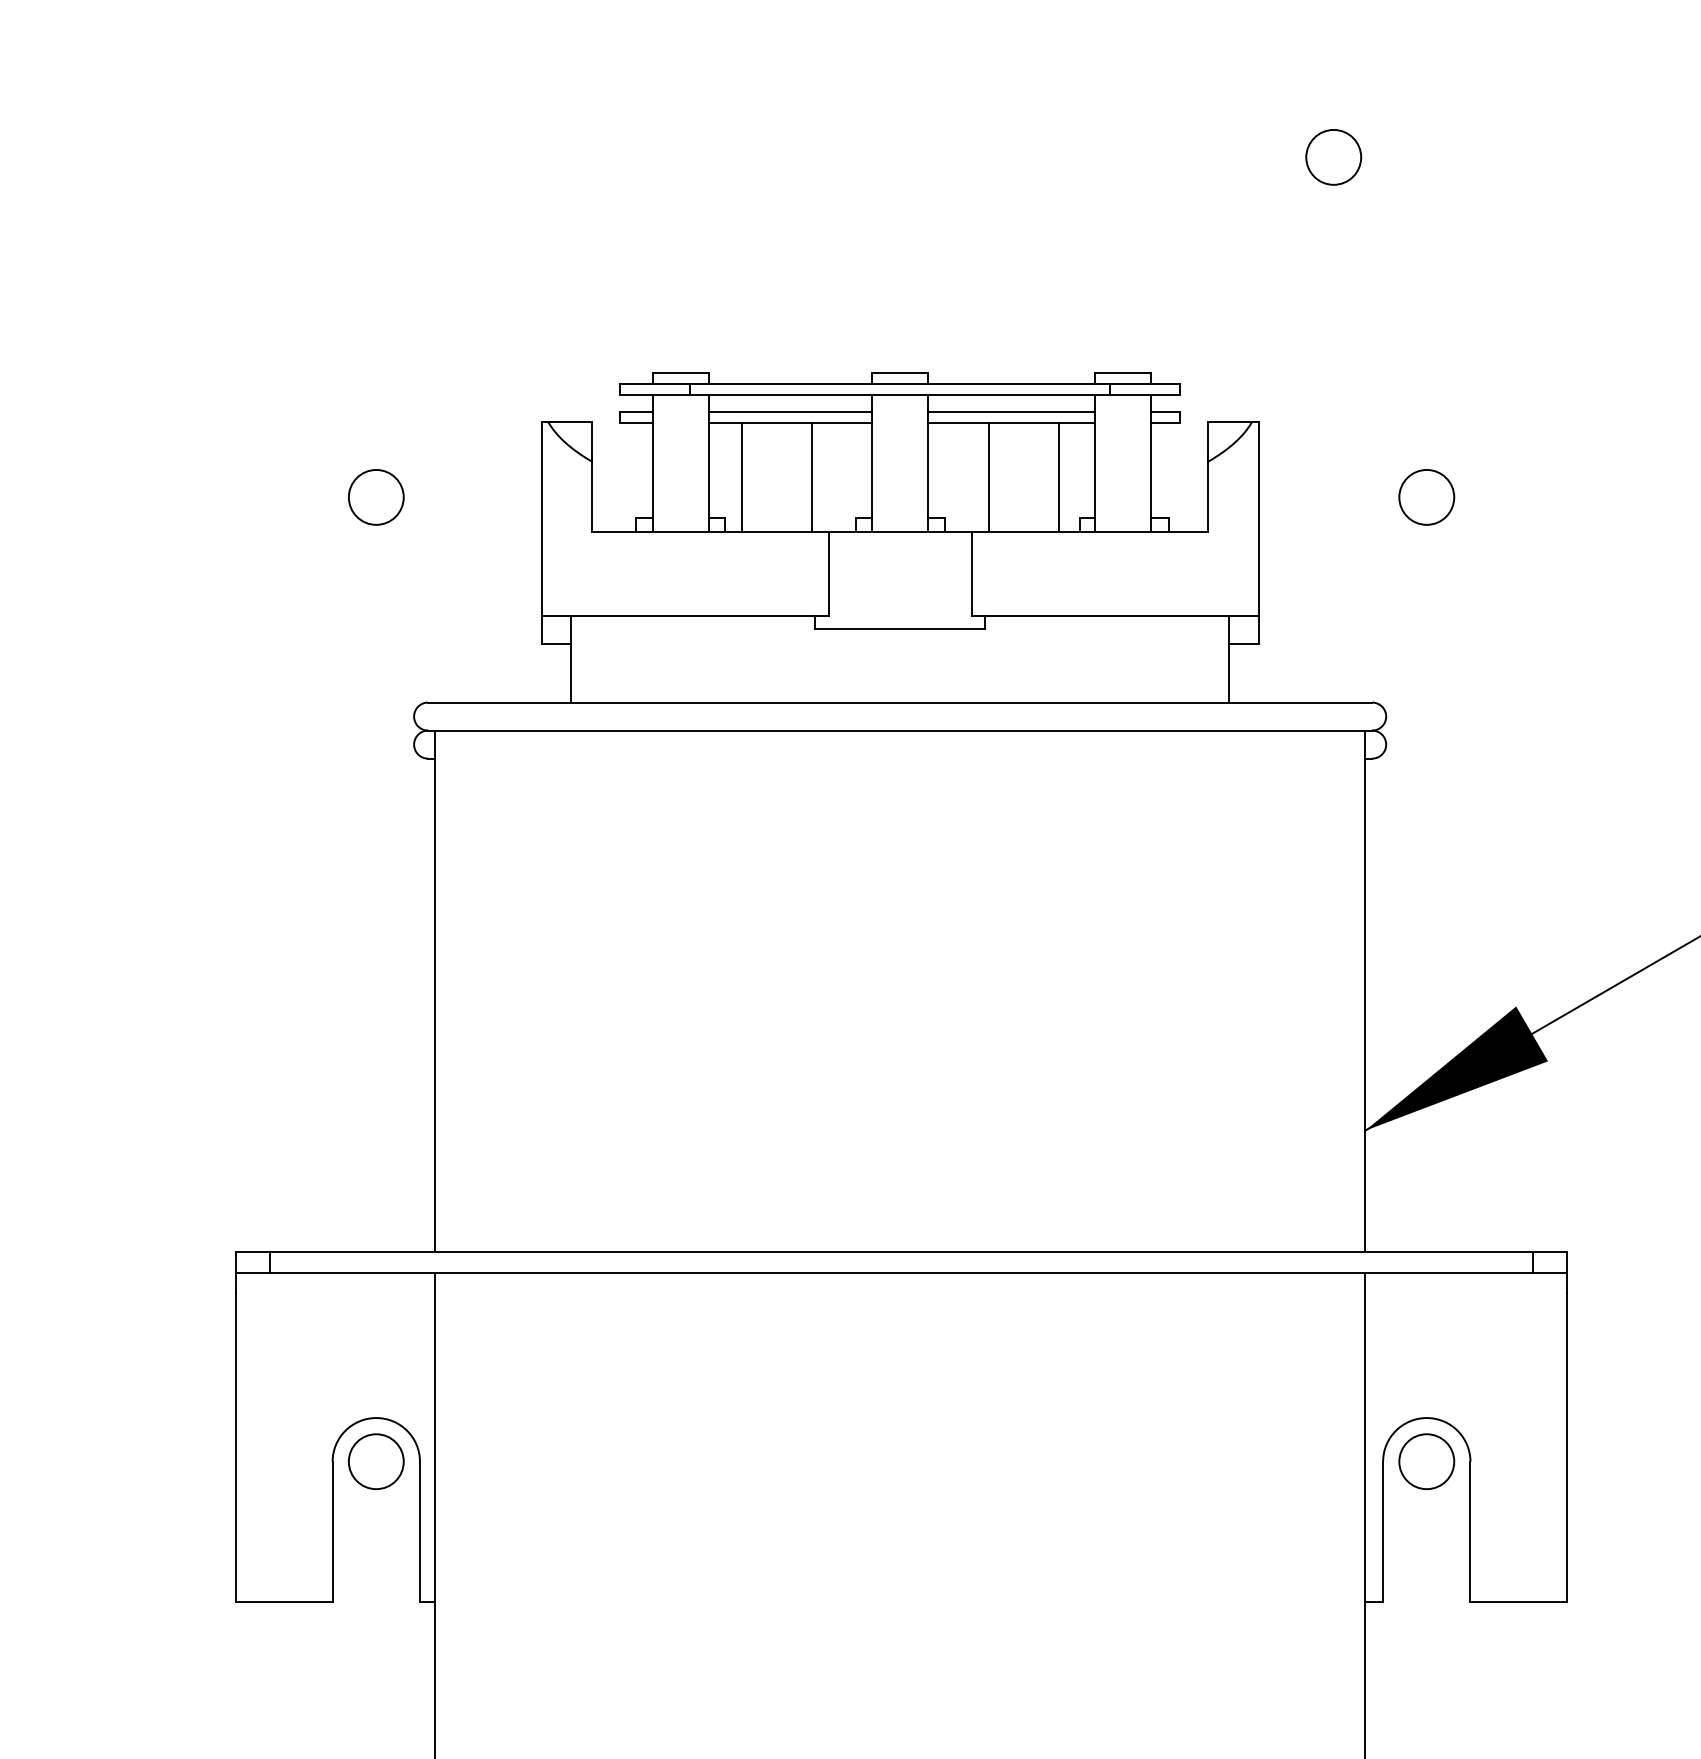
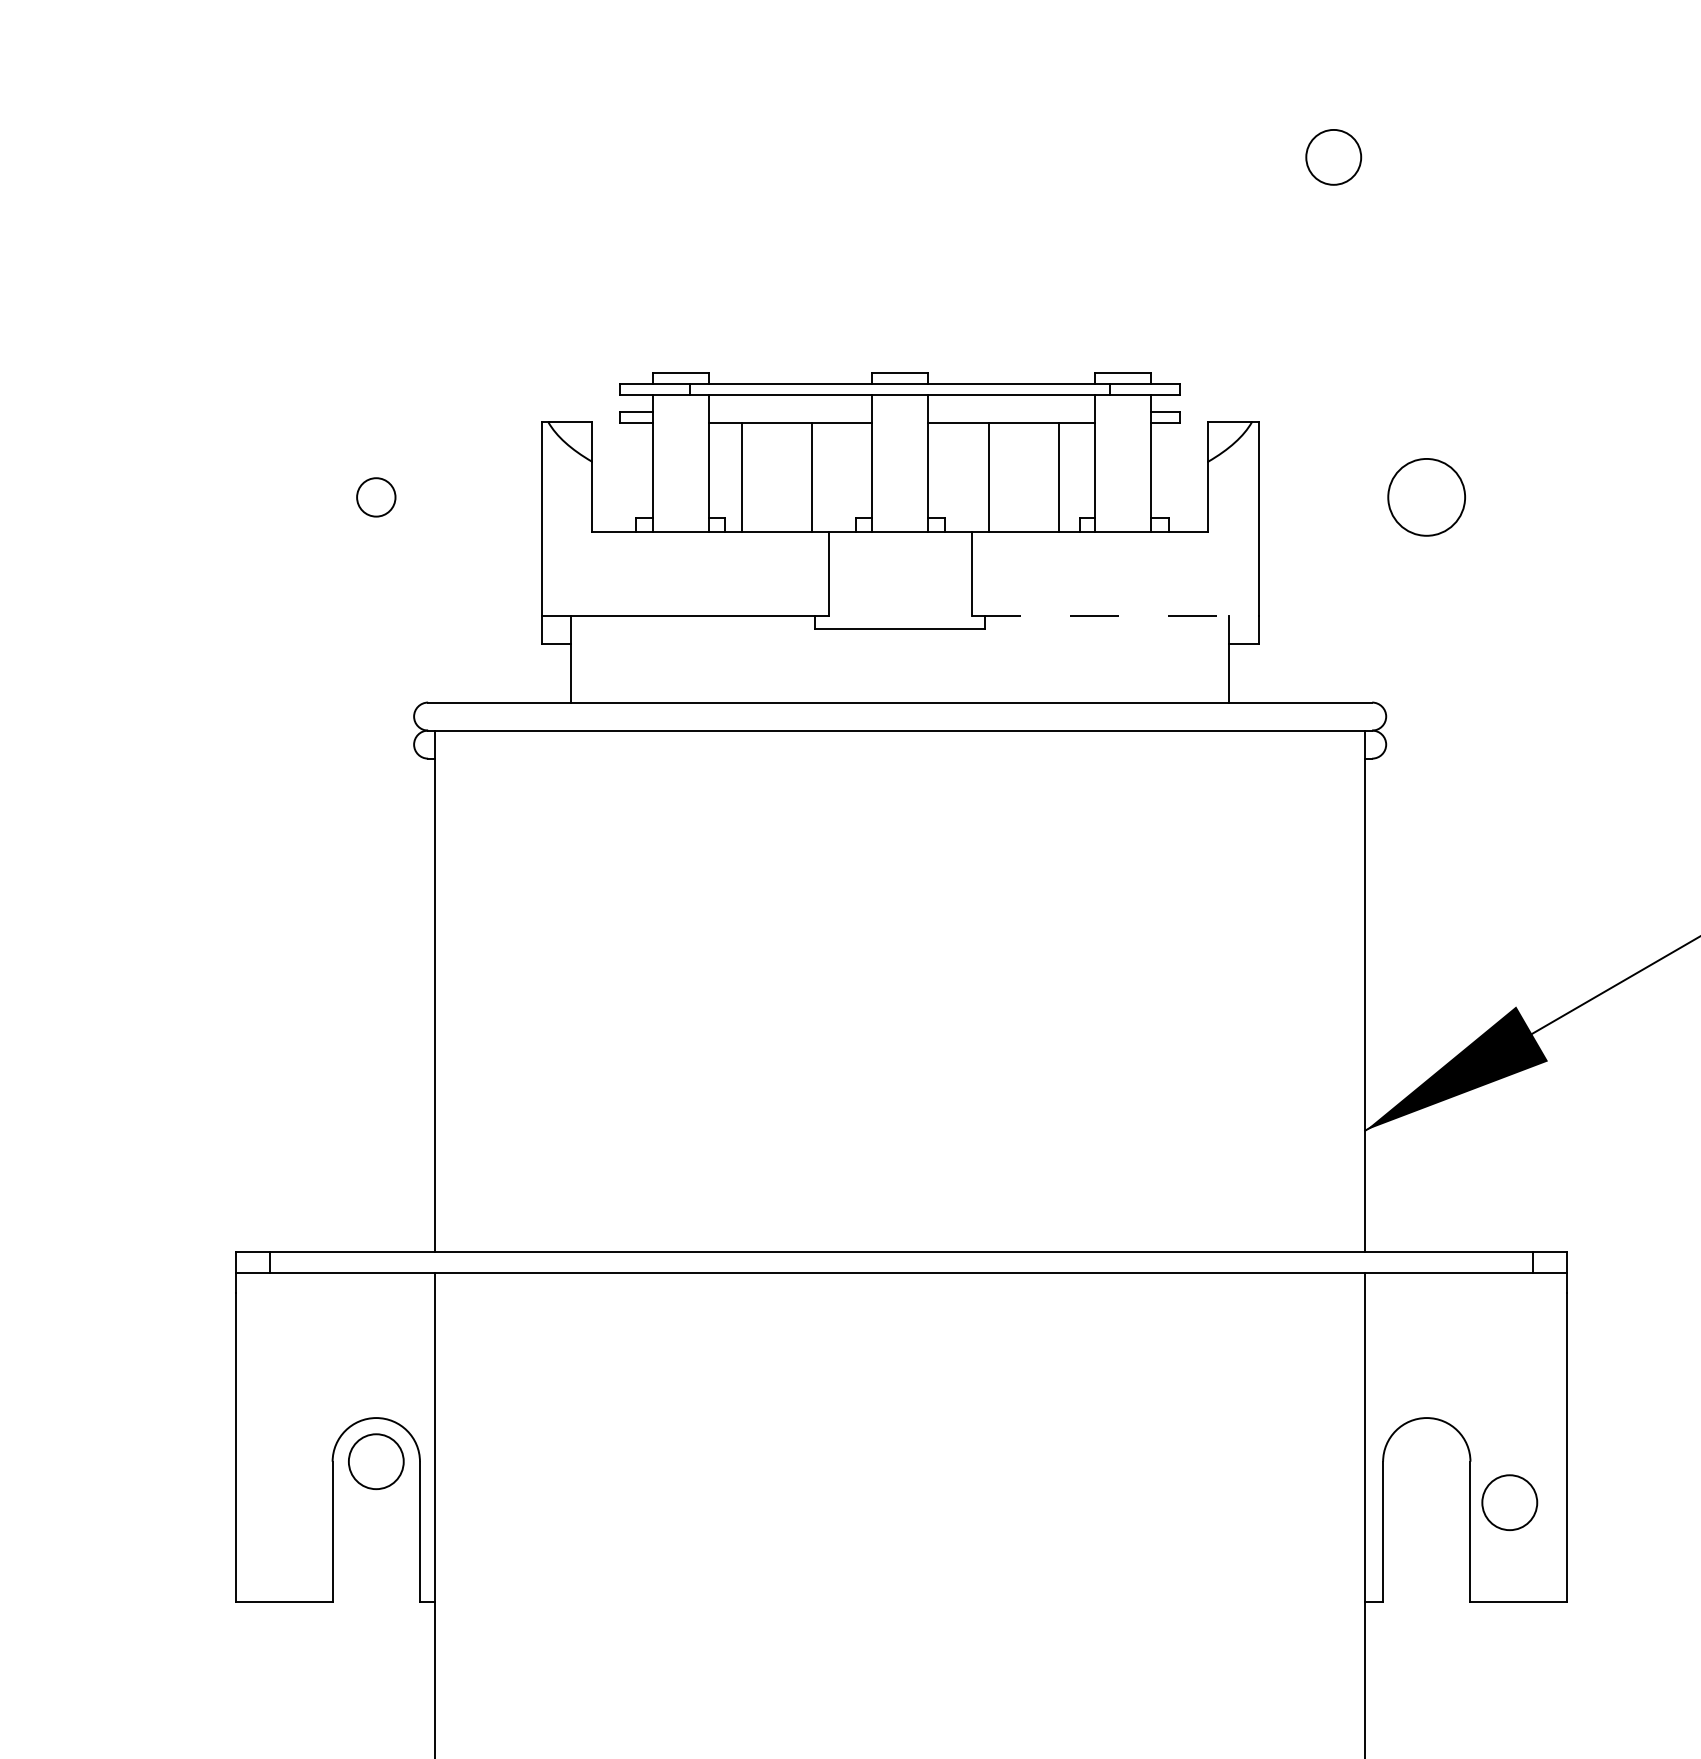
line at (790, 412): present -> none
line at (1011, 412): present -> none
circle at (375, 496) diameter: 55 px -> 38 px
circle at (1426, 497) size: 58x57 px -> 79x79 px
line at (1115, 615): solid -> dashed
circle at (1426, 1461) position: (1426, 1461) -> (1509, 1502)
